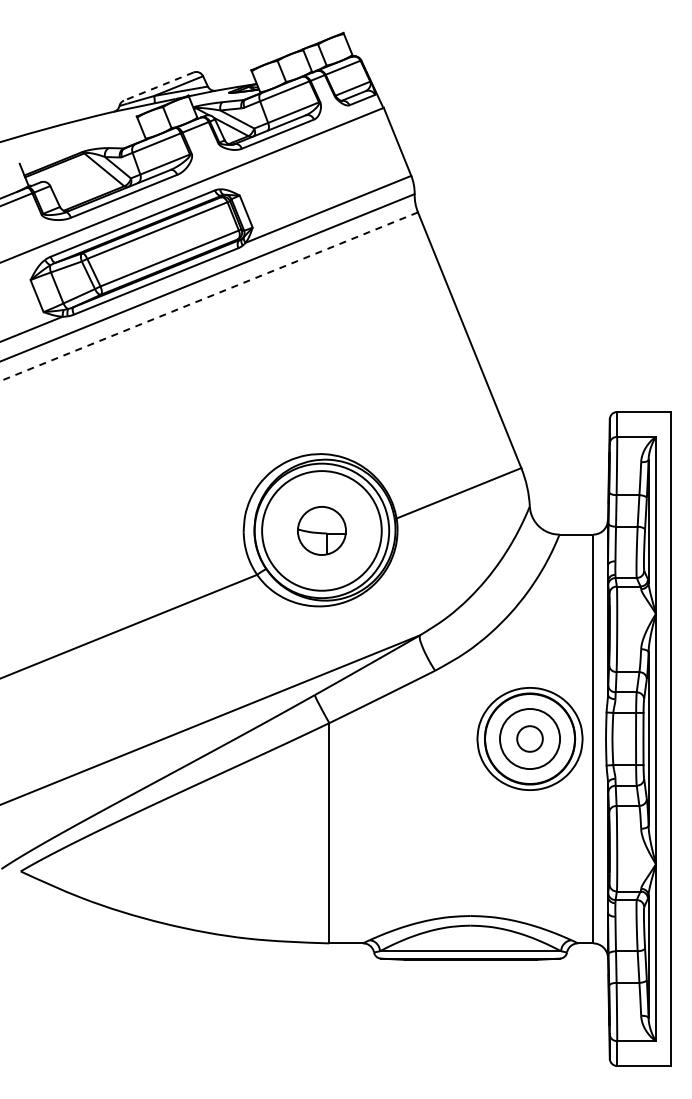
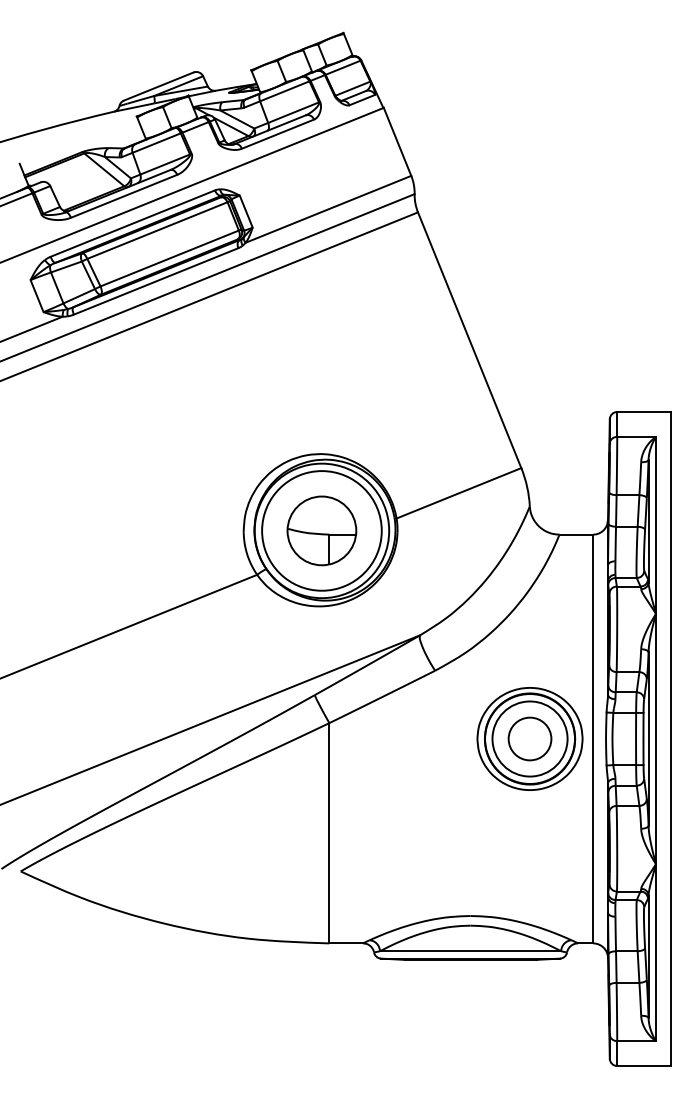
line at (158, 86): dashed -> solid
line at (208, 297): dashed -> solid
part at (321, 530) size: 50x50 px -> 72x72 px
circle at (529, 738) diameter: 26 px -> 43 px
circle at (530, 738) diameter: 60 px -> 75 px
